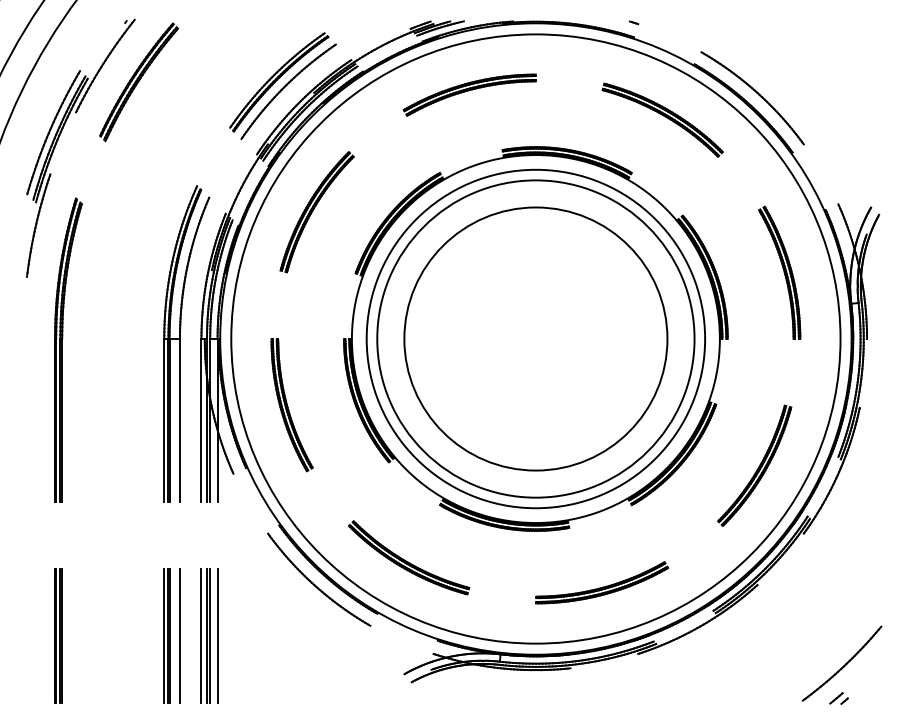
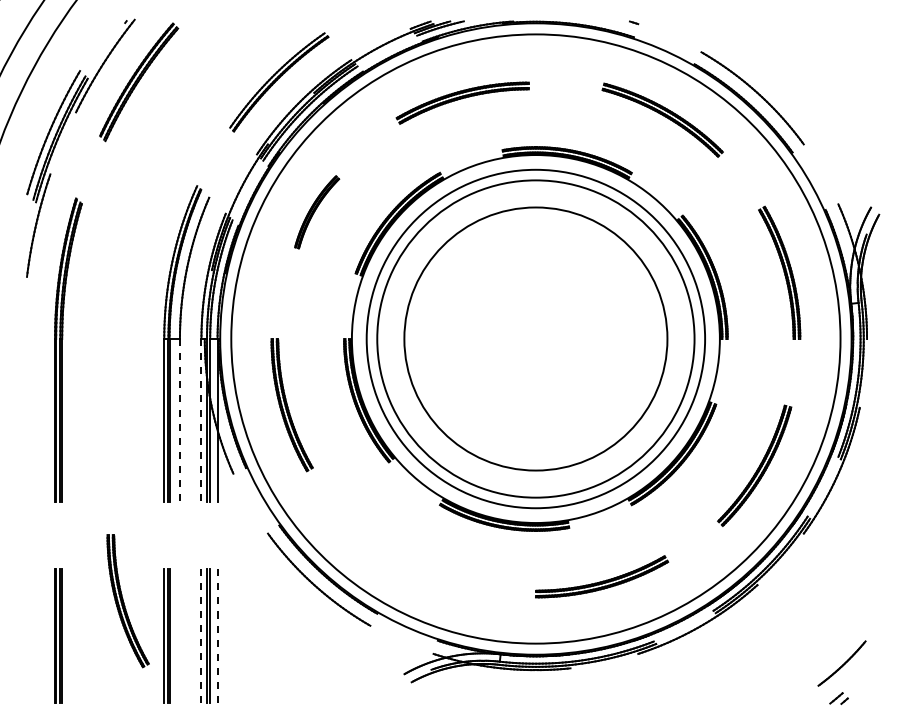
part at (288, 91): present -> none
part at (469, 94) position: (469, 94) -> (462, 102)
part at (316, 212) size: 76x123 px -> 47x75 px
line at (179, 420): solid -> dashed
line at (201, 420): solid -> dashed
part at (409, 557): present -> none
part at (602, 582) position: (602, 582) -> (602, 576)
part at (127, 601): none -> present
line at (179, 635): present -> none
line at (217, 635): solid -> dashed
line at (201, 636): solid -> dashed
part at (841, 663) size: 82x77 px -> 50x47 px
